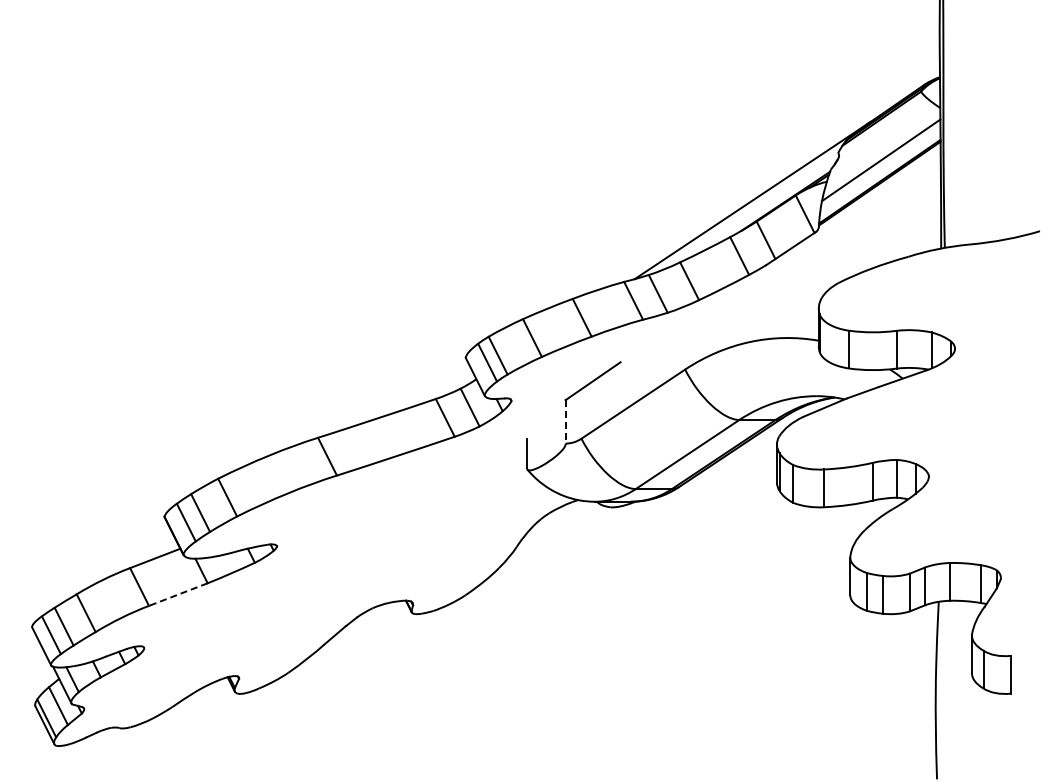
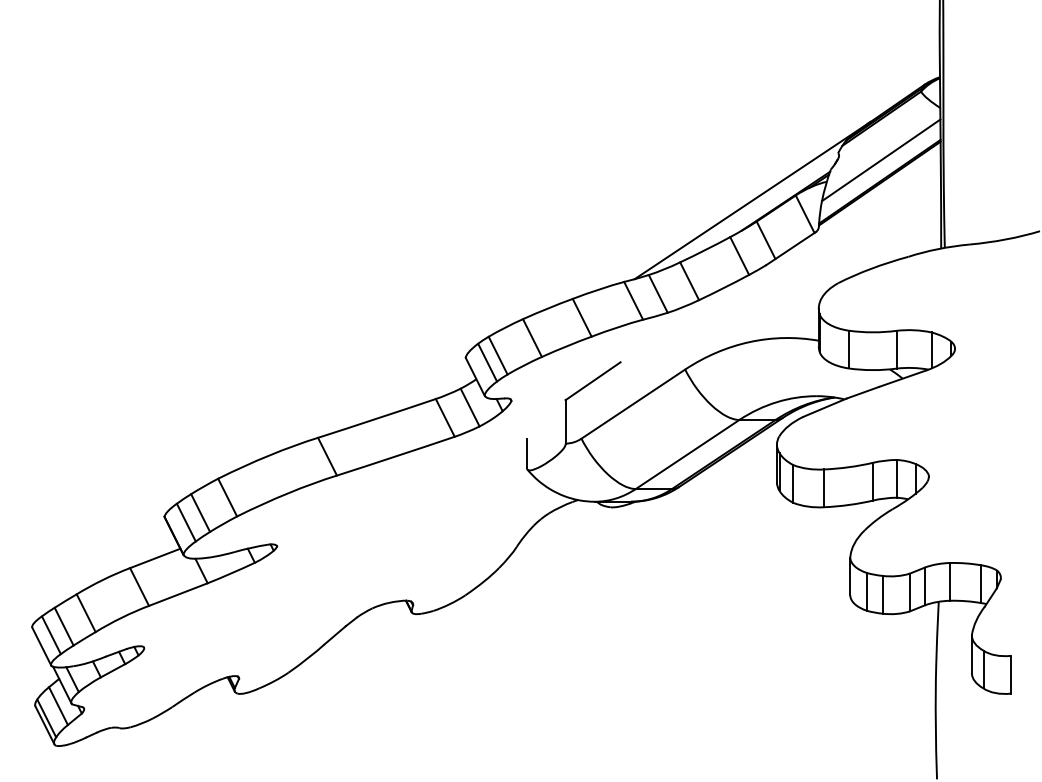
line at (565, 421): dashed -> solid
line at (177, 594): dashed -> solid
